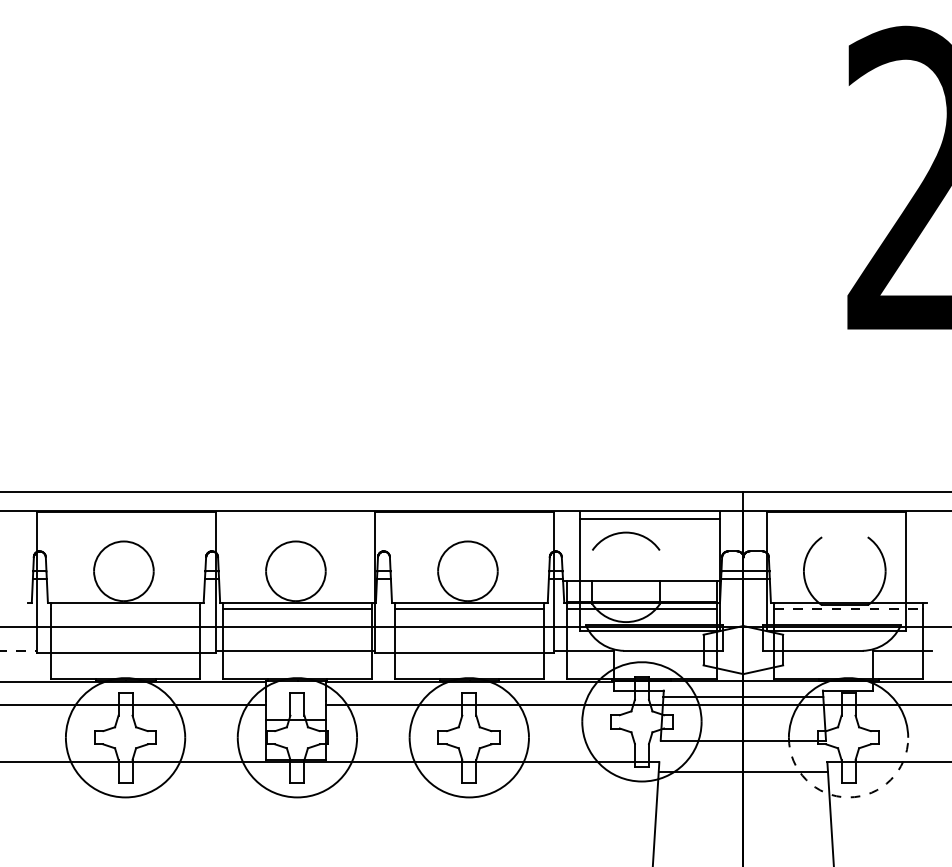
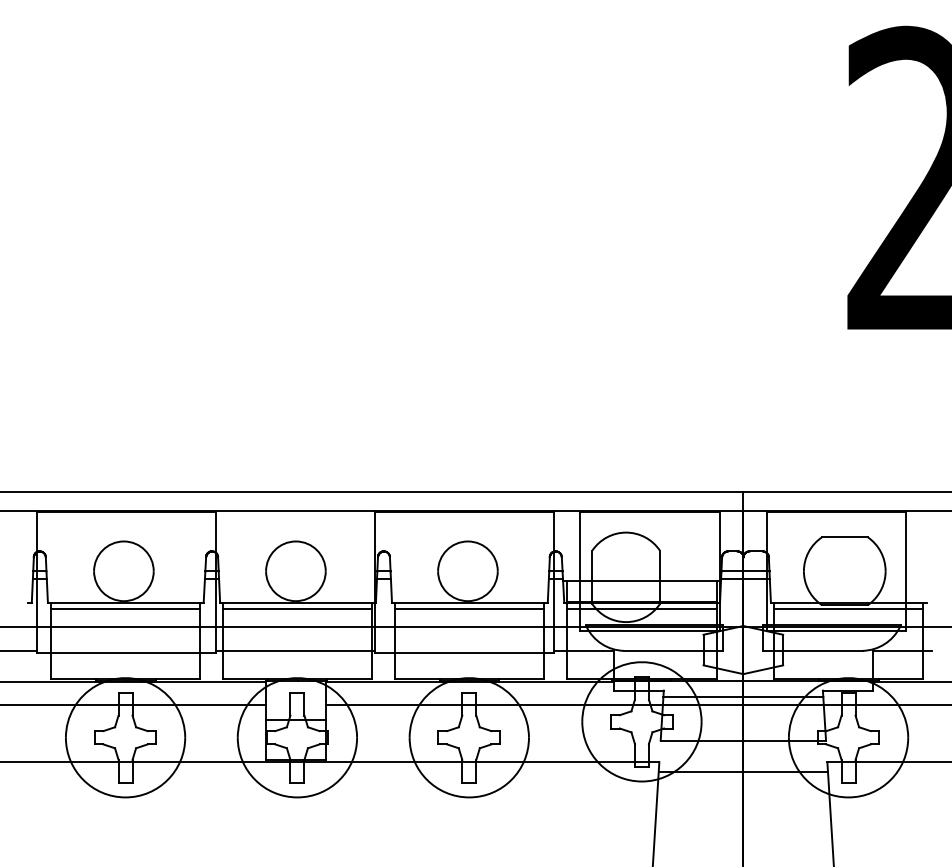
line at (649, 518) position: (649, 518) -> (649, 511)
line at (844, 537): none -> present
line at (592, 565): none -> present
line at (659, 565): none -> present
line at (125, 609): none -> present
line at (848, 609): dashed -> solid
line at (19, 650): dashed -> solid
arc at (848, 797): dashed -> solid
